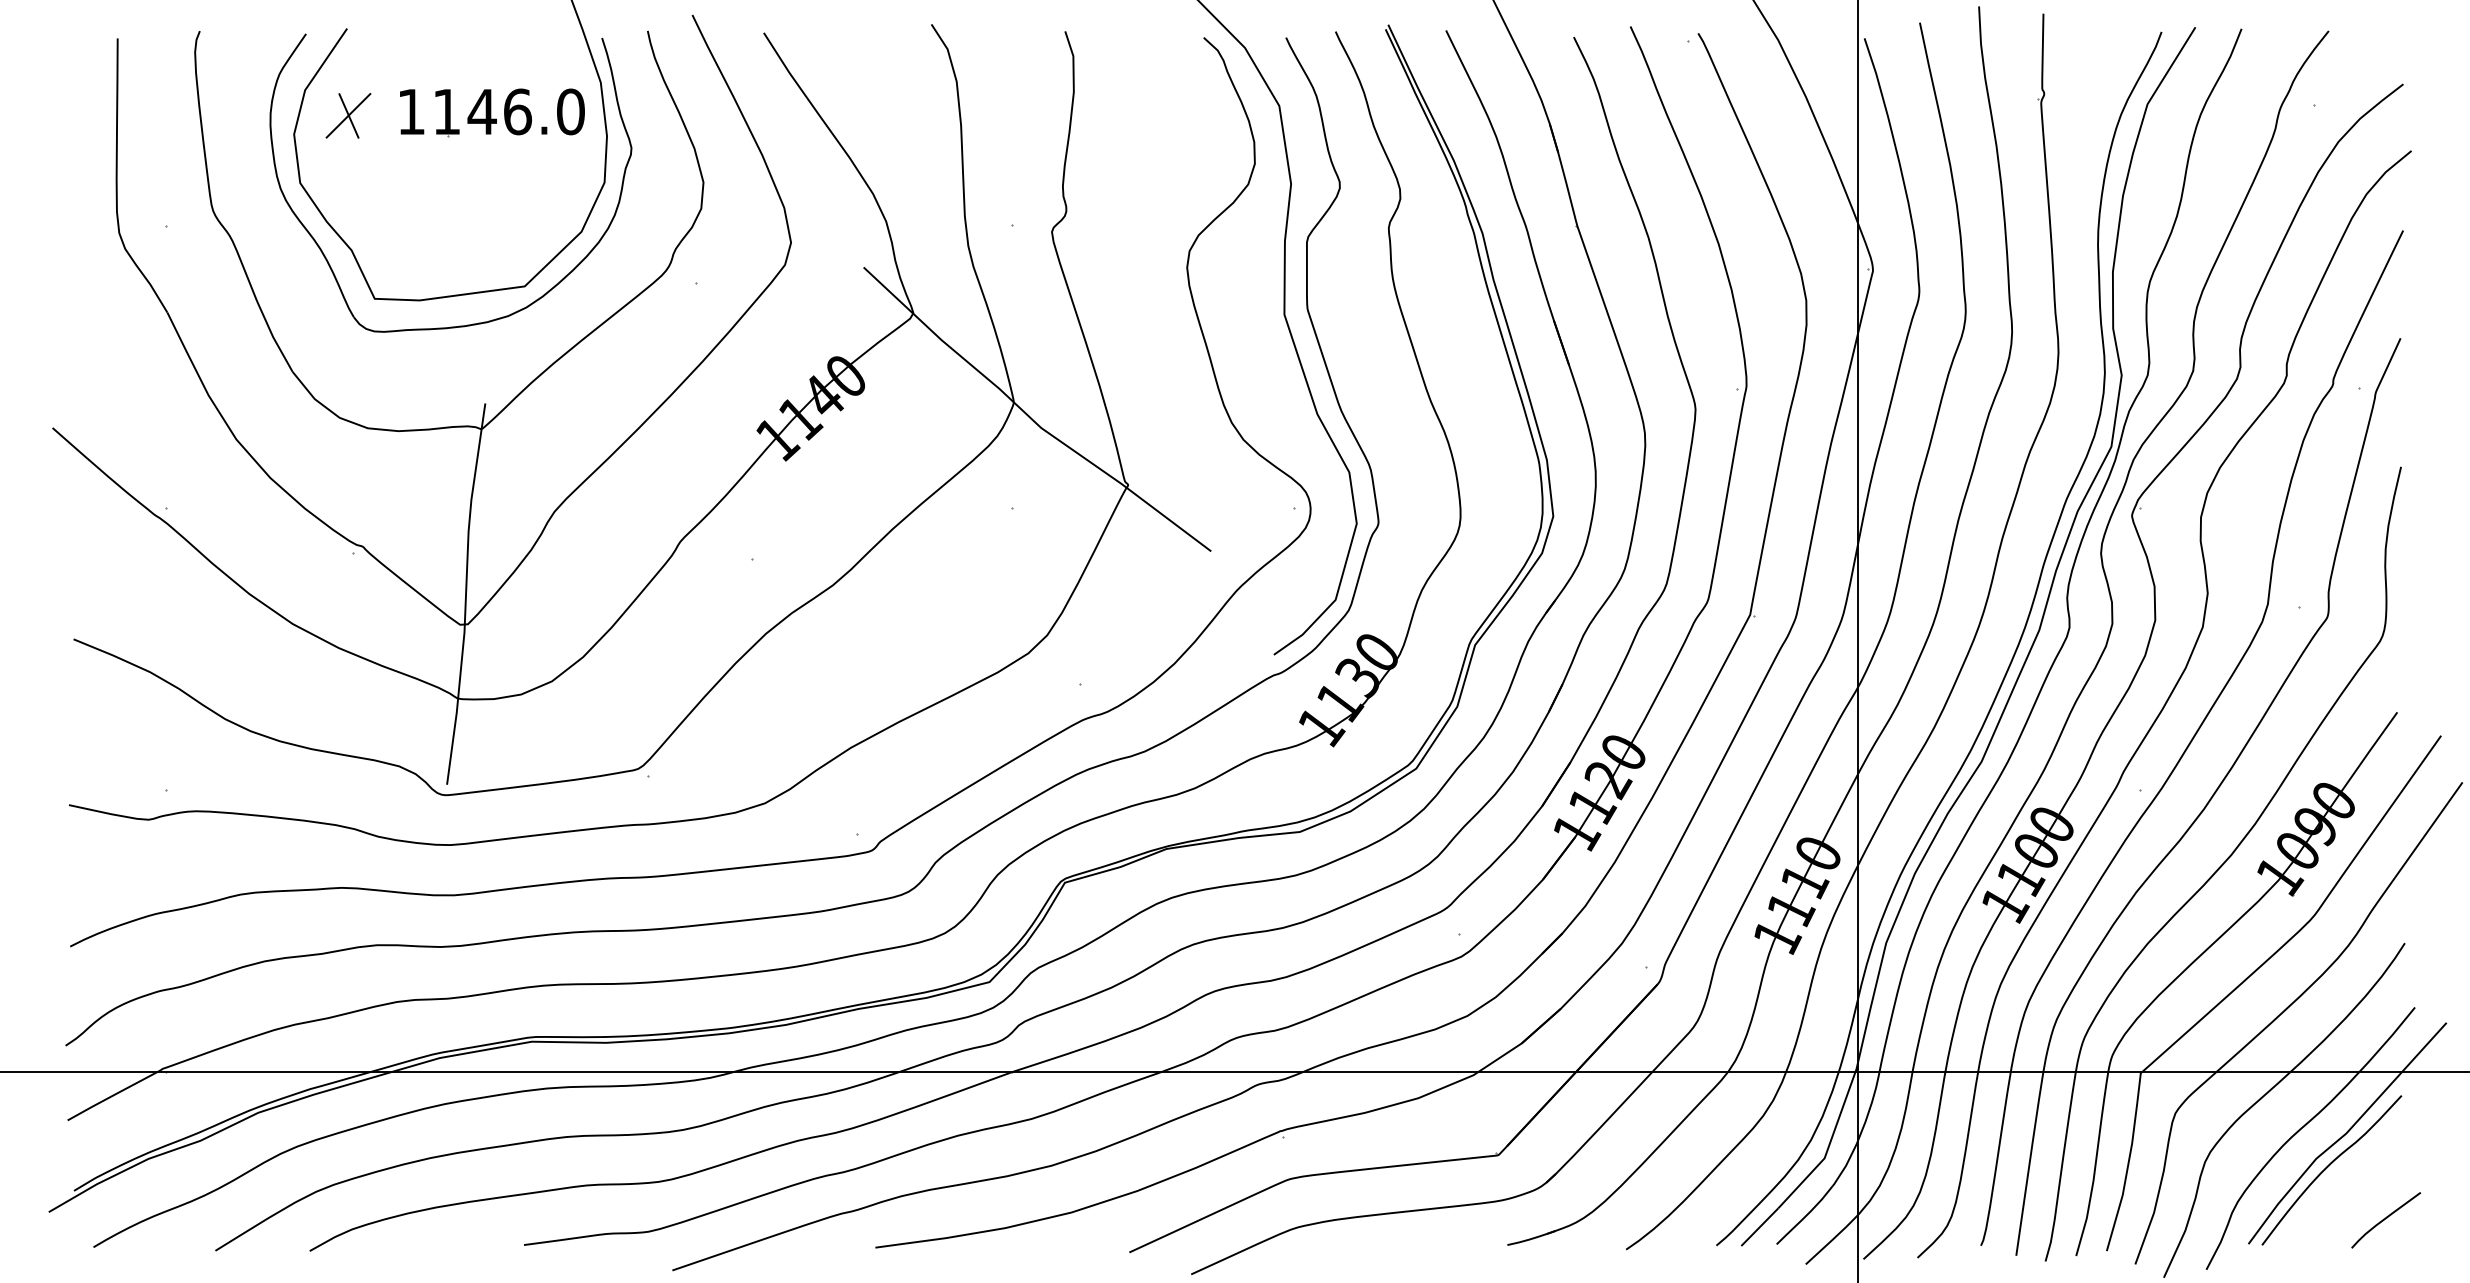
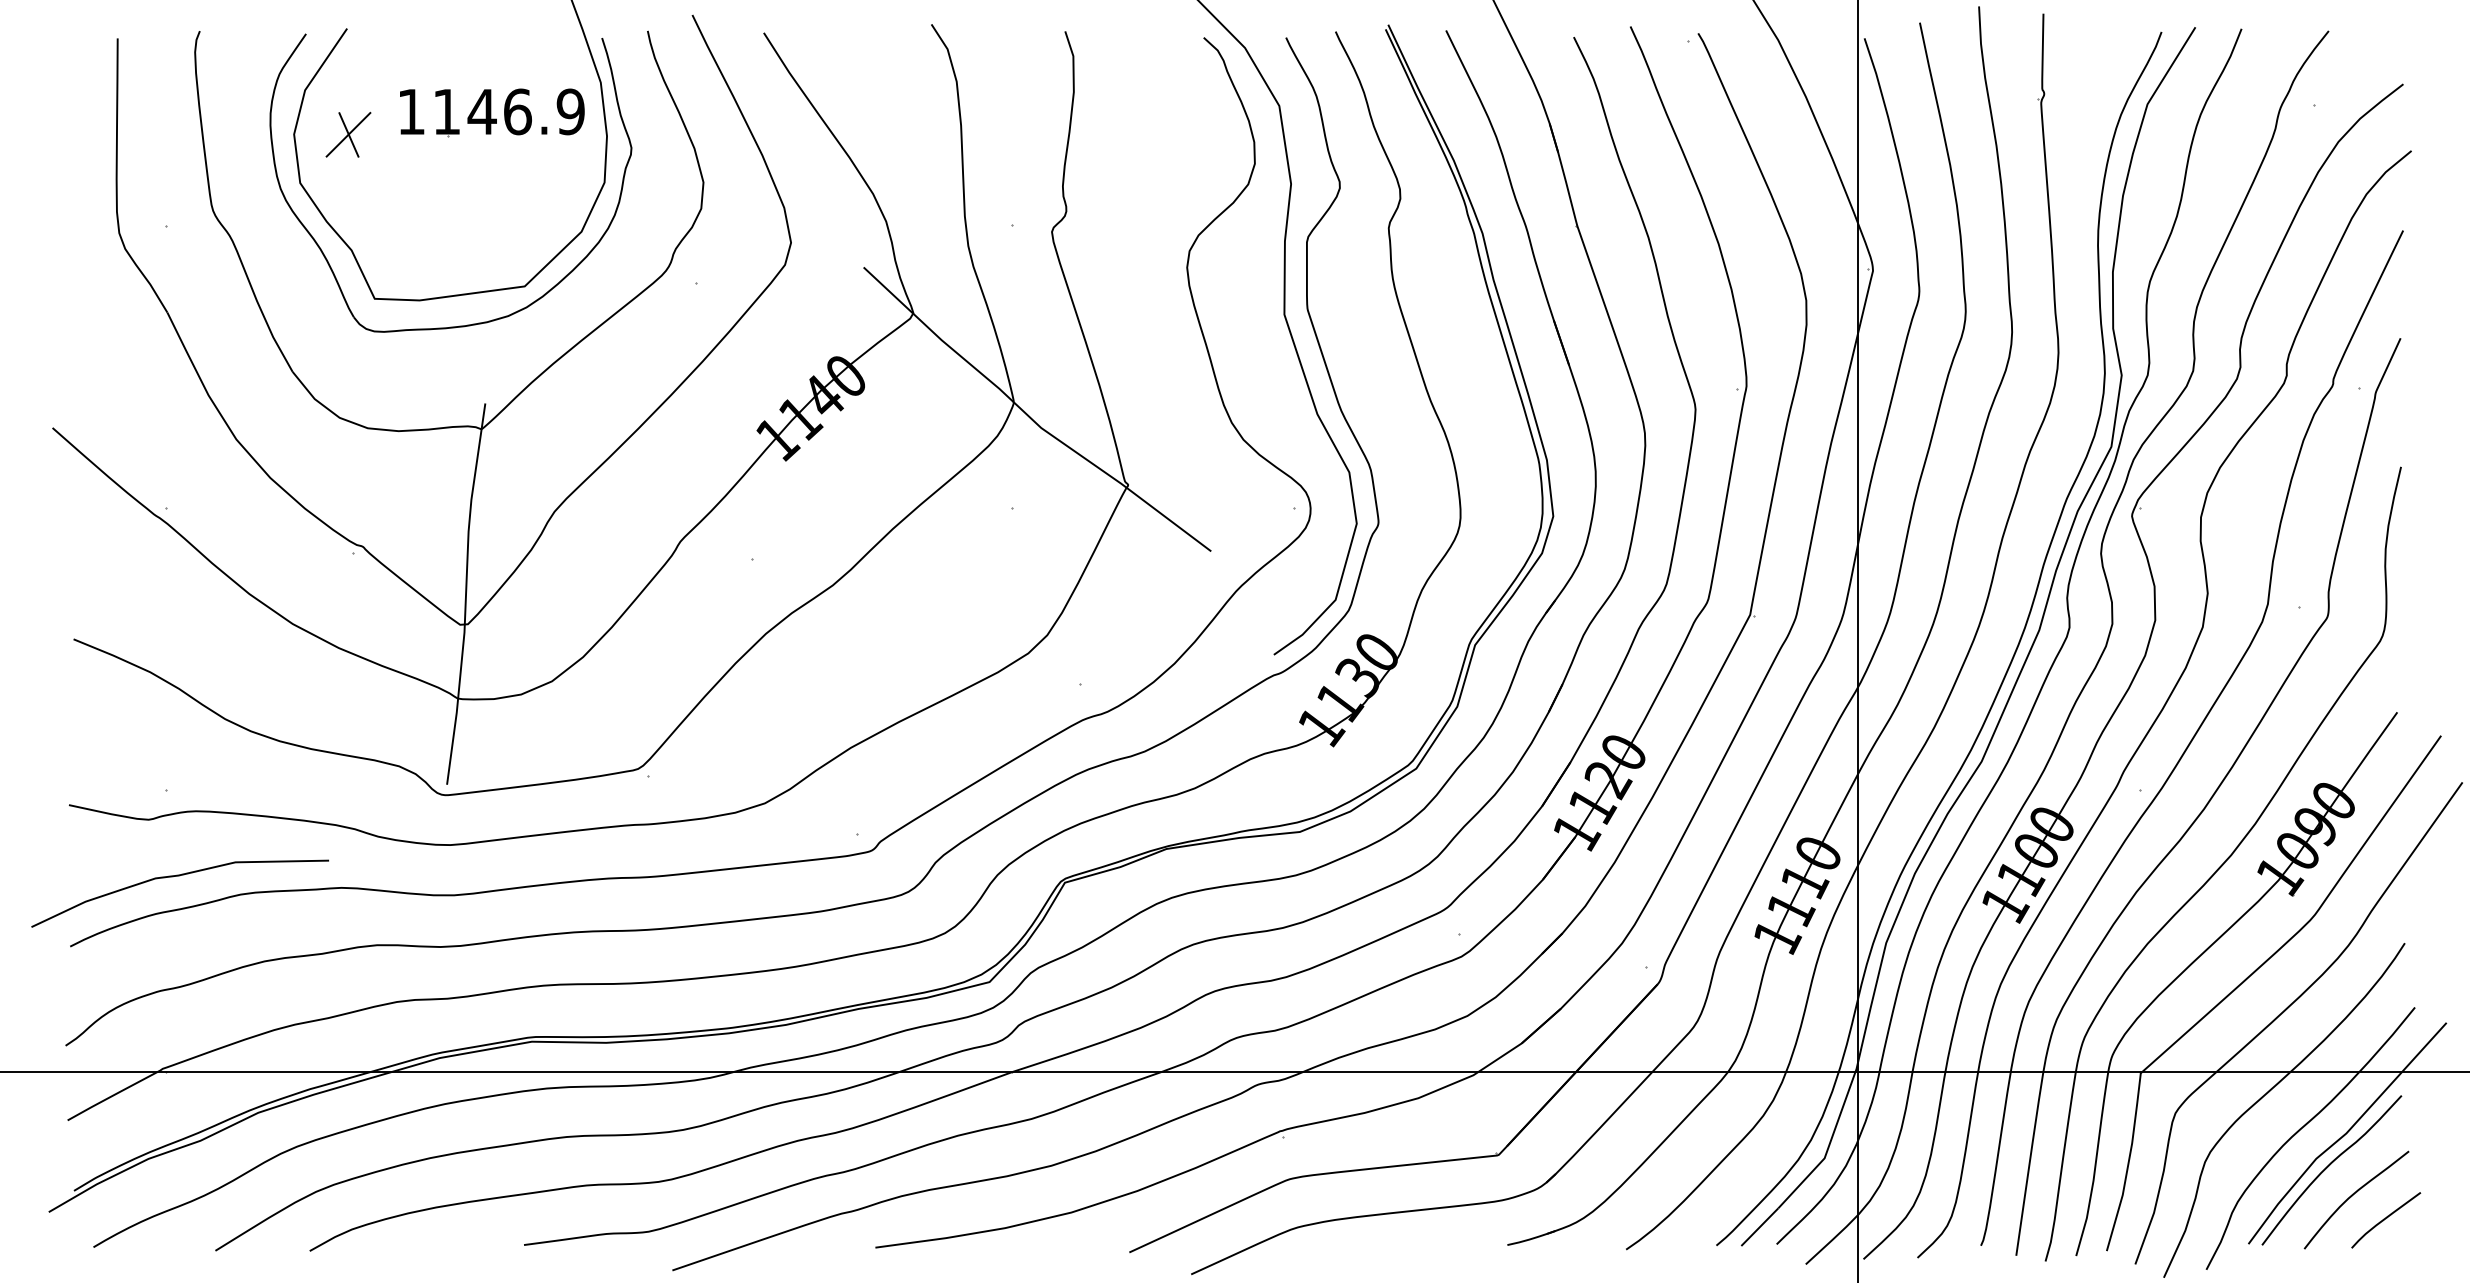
text at (570, 111): 1146.0 -> 1146.9
part at (348, 115) position: (348, 115) -> (348, 134)
curve at (179, 876): none -> present
curve at (2353, 1195): none -> present
